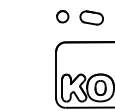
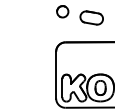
part at (62, 16) position: (62, 16) -> (62, 11)
